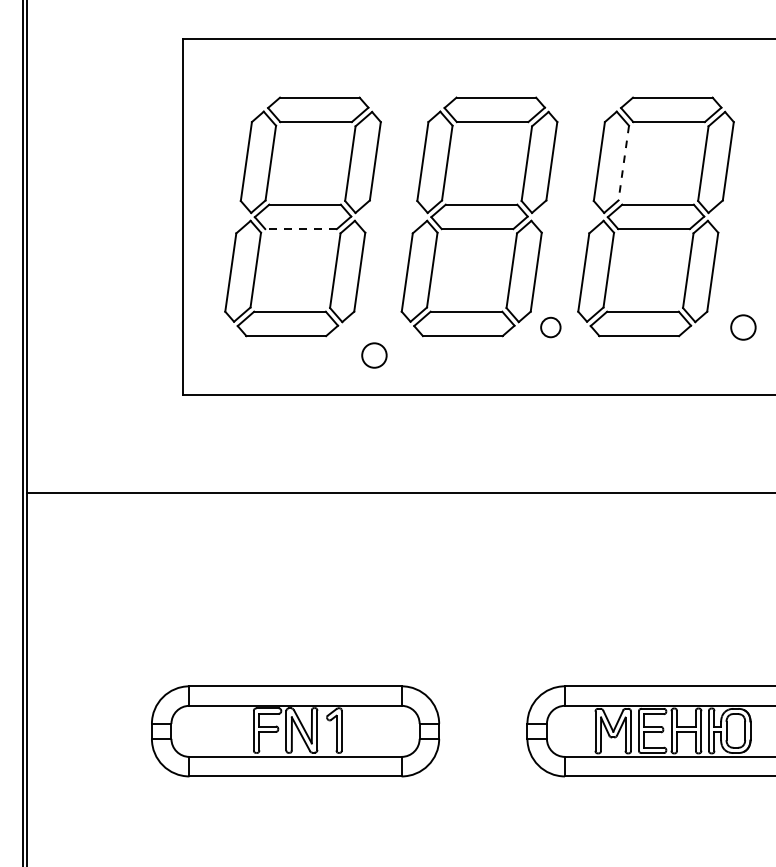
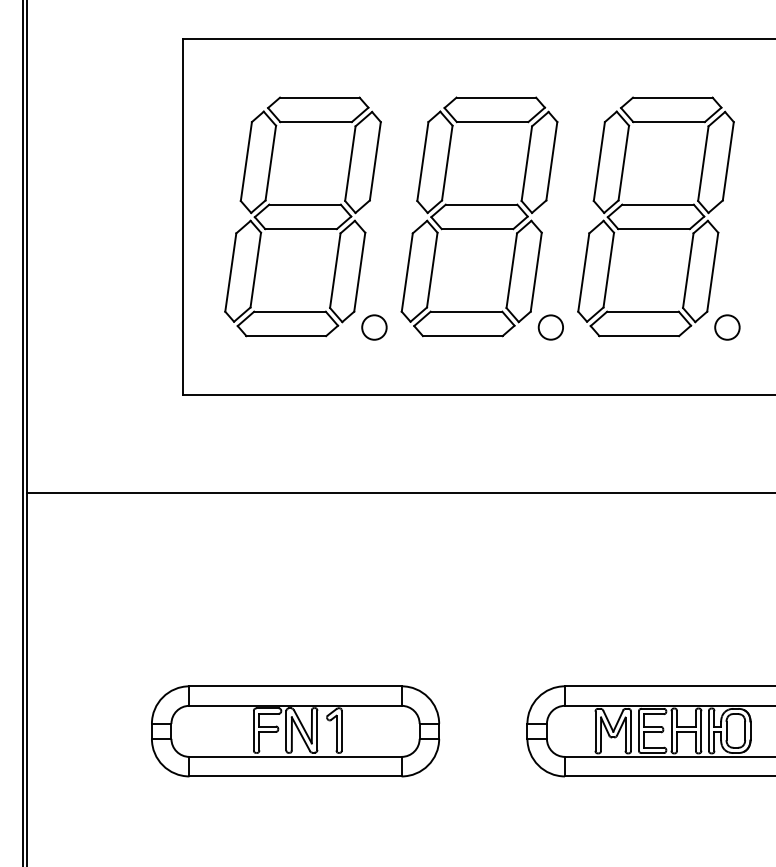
line at (623, 163): dashed -> solid
line at (301, 229): dashed -> solid
circle at (550, 327) size: 22x23 px -> 27x27 px
circle at (743, 327) position: (743, 327) -> (727, 327)
circle at (374, 355) position: (374, 355) -> (374, 327)
